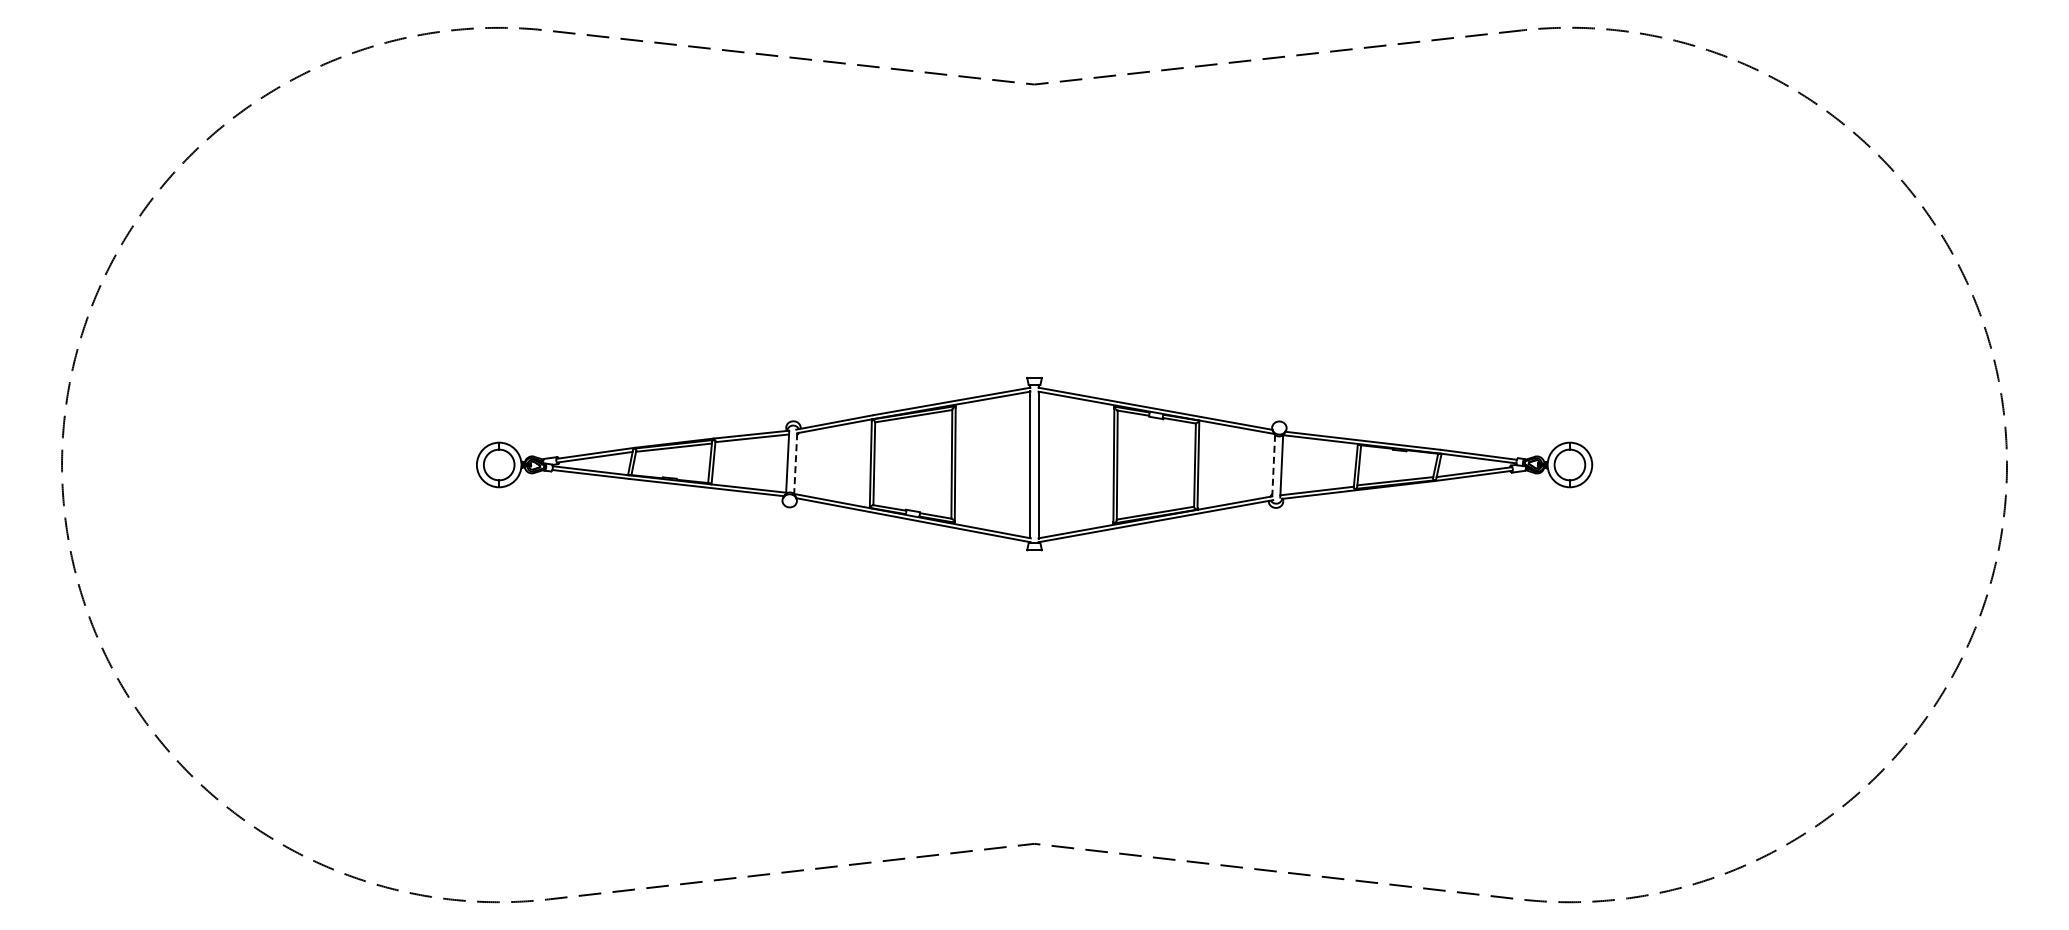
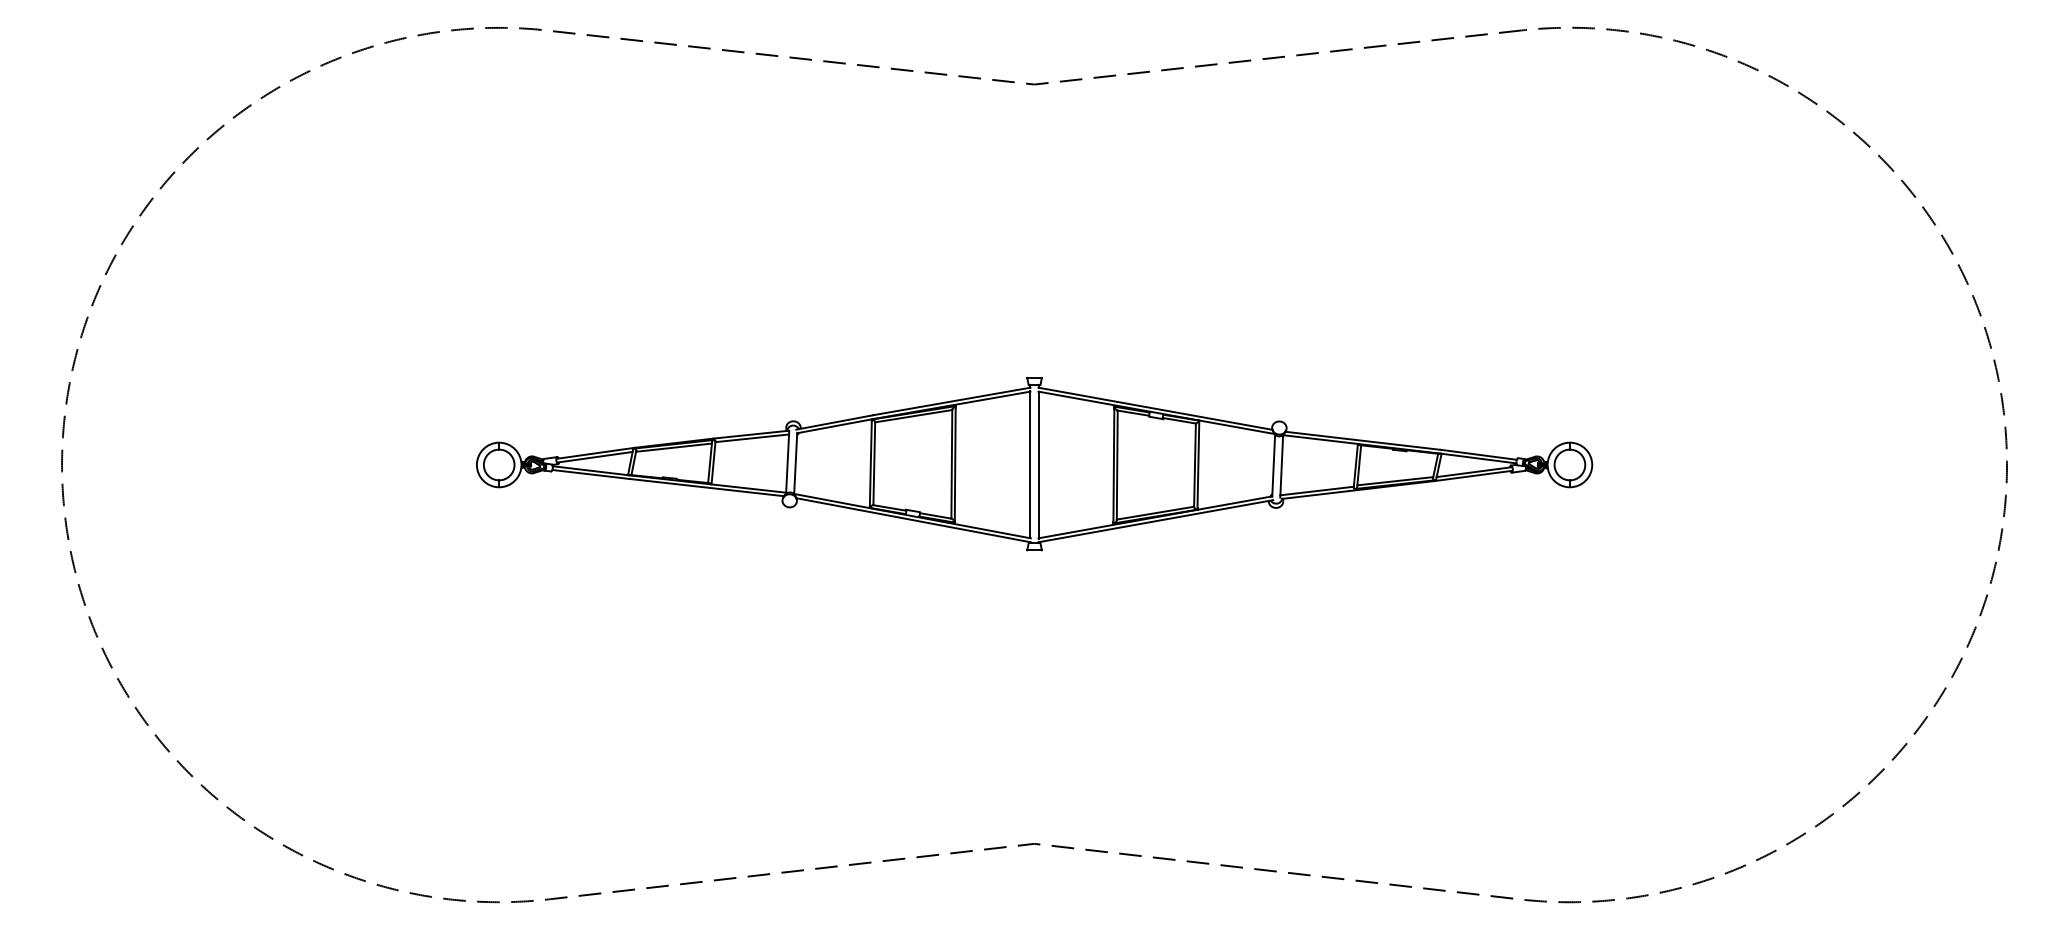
line at (795, 464): dashed -> solid
line at (1273, 465): dashed -> solid
